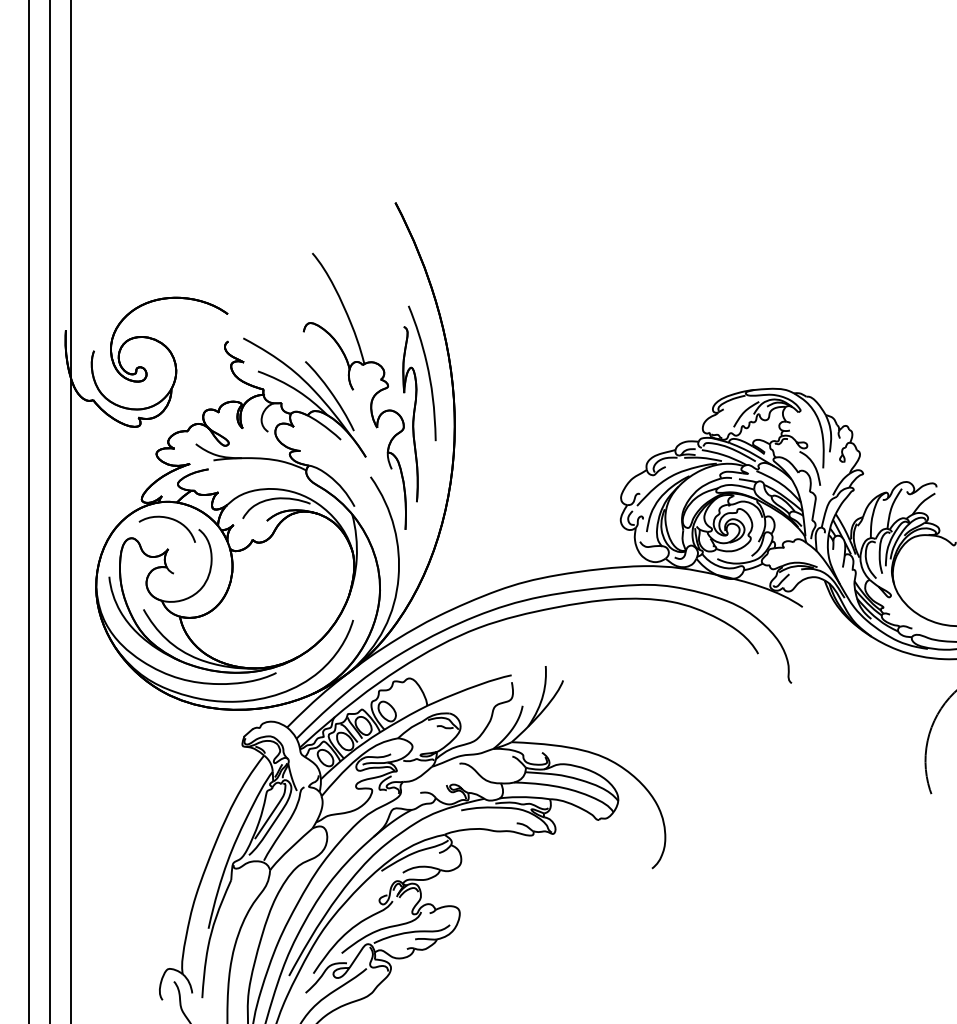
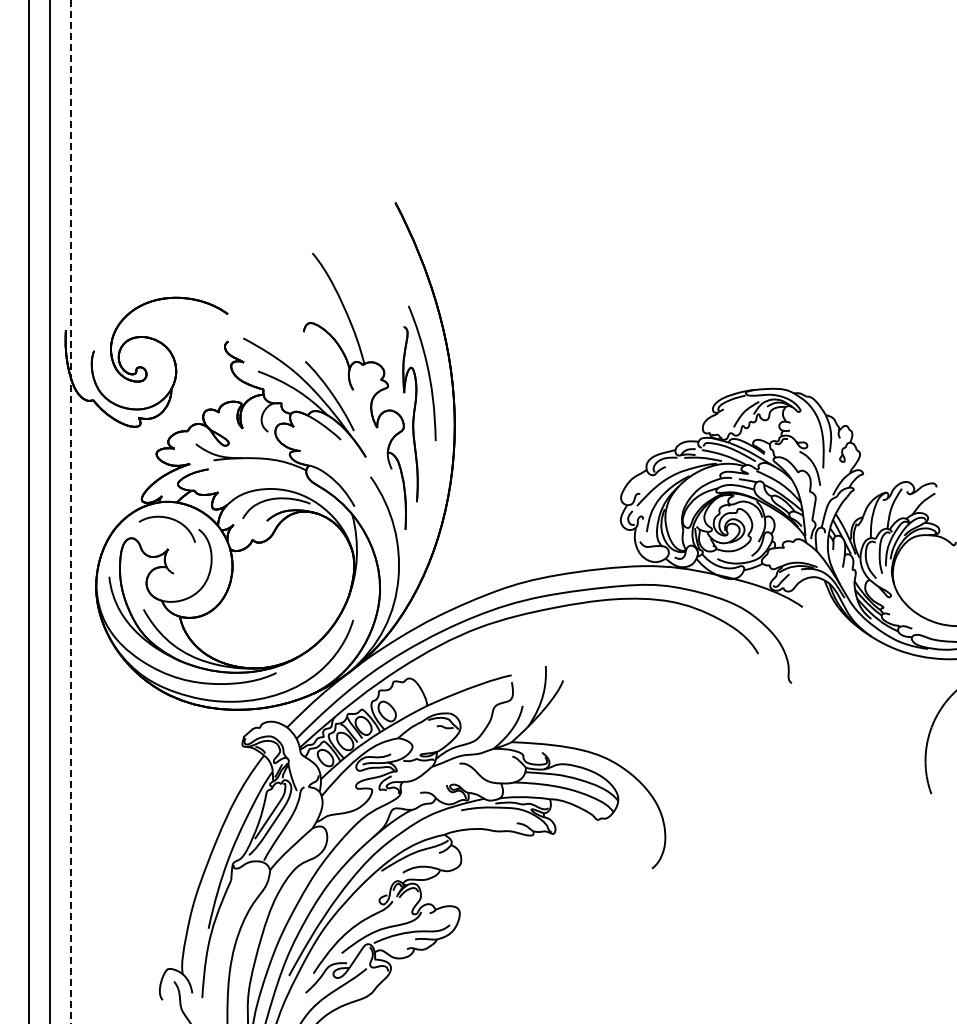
line at (70, 511): solid -> dashed
